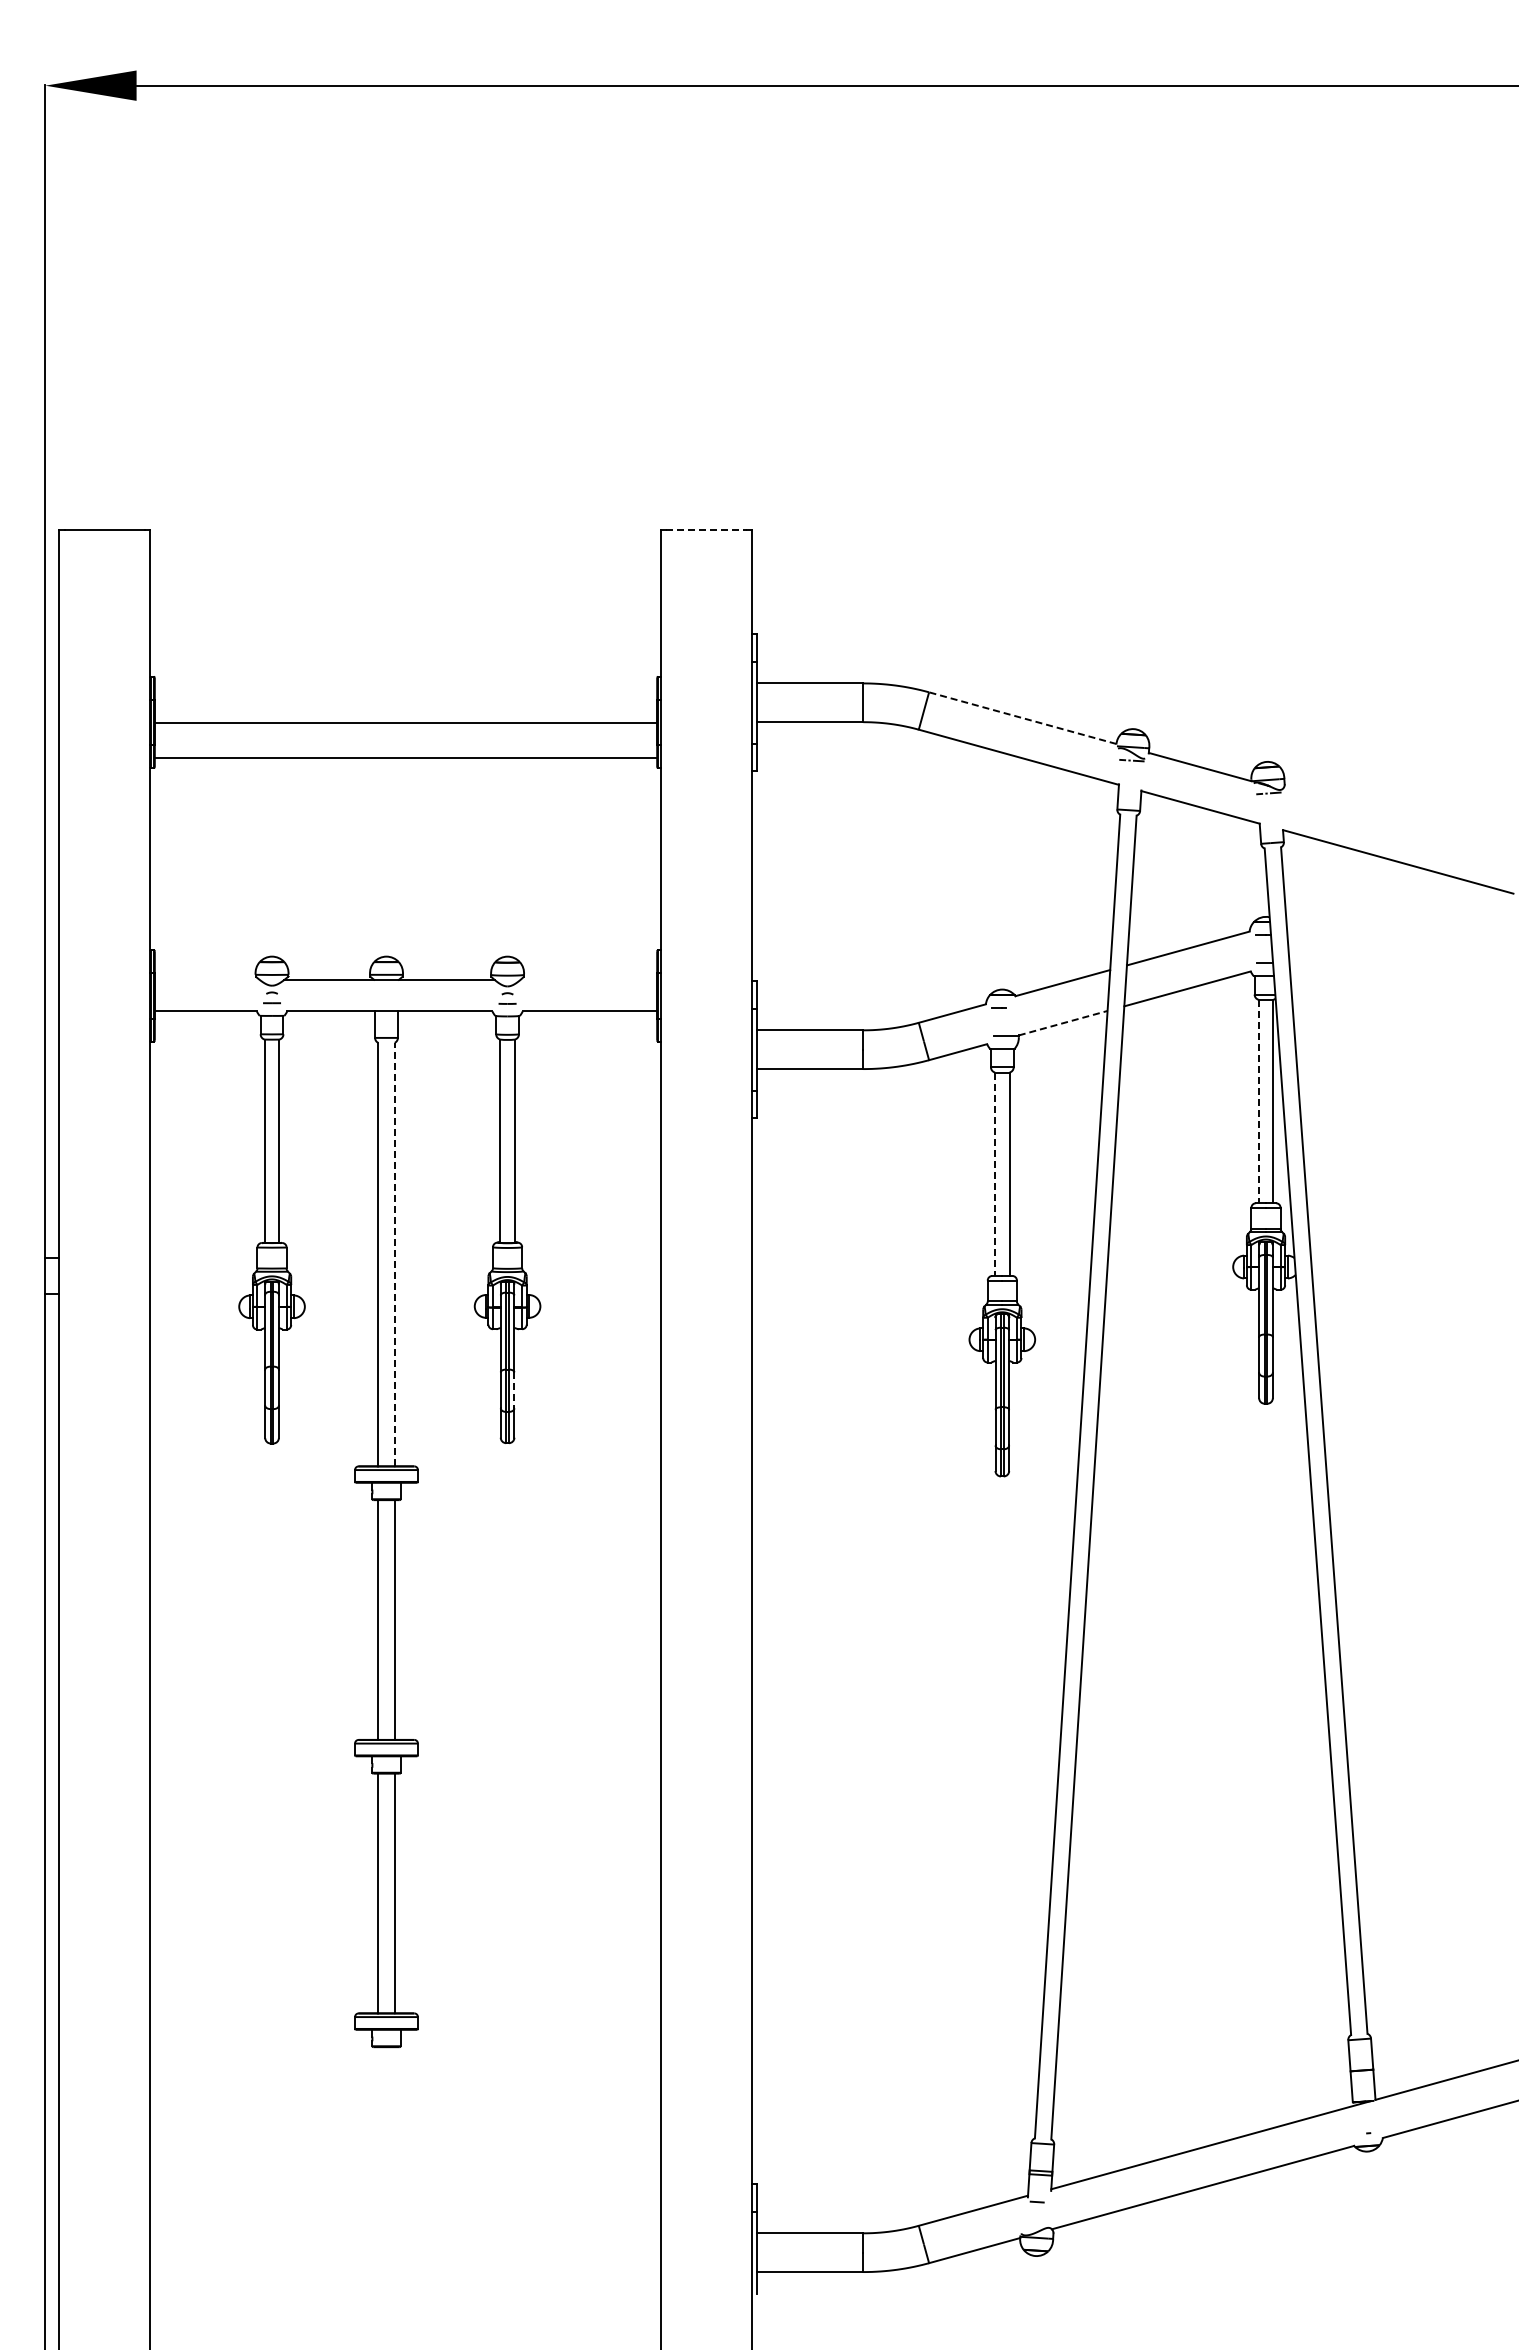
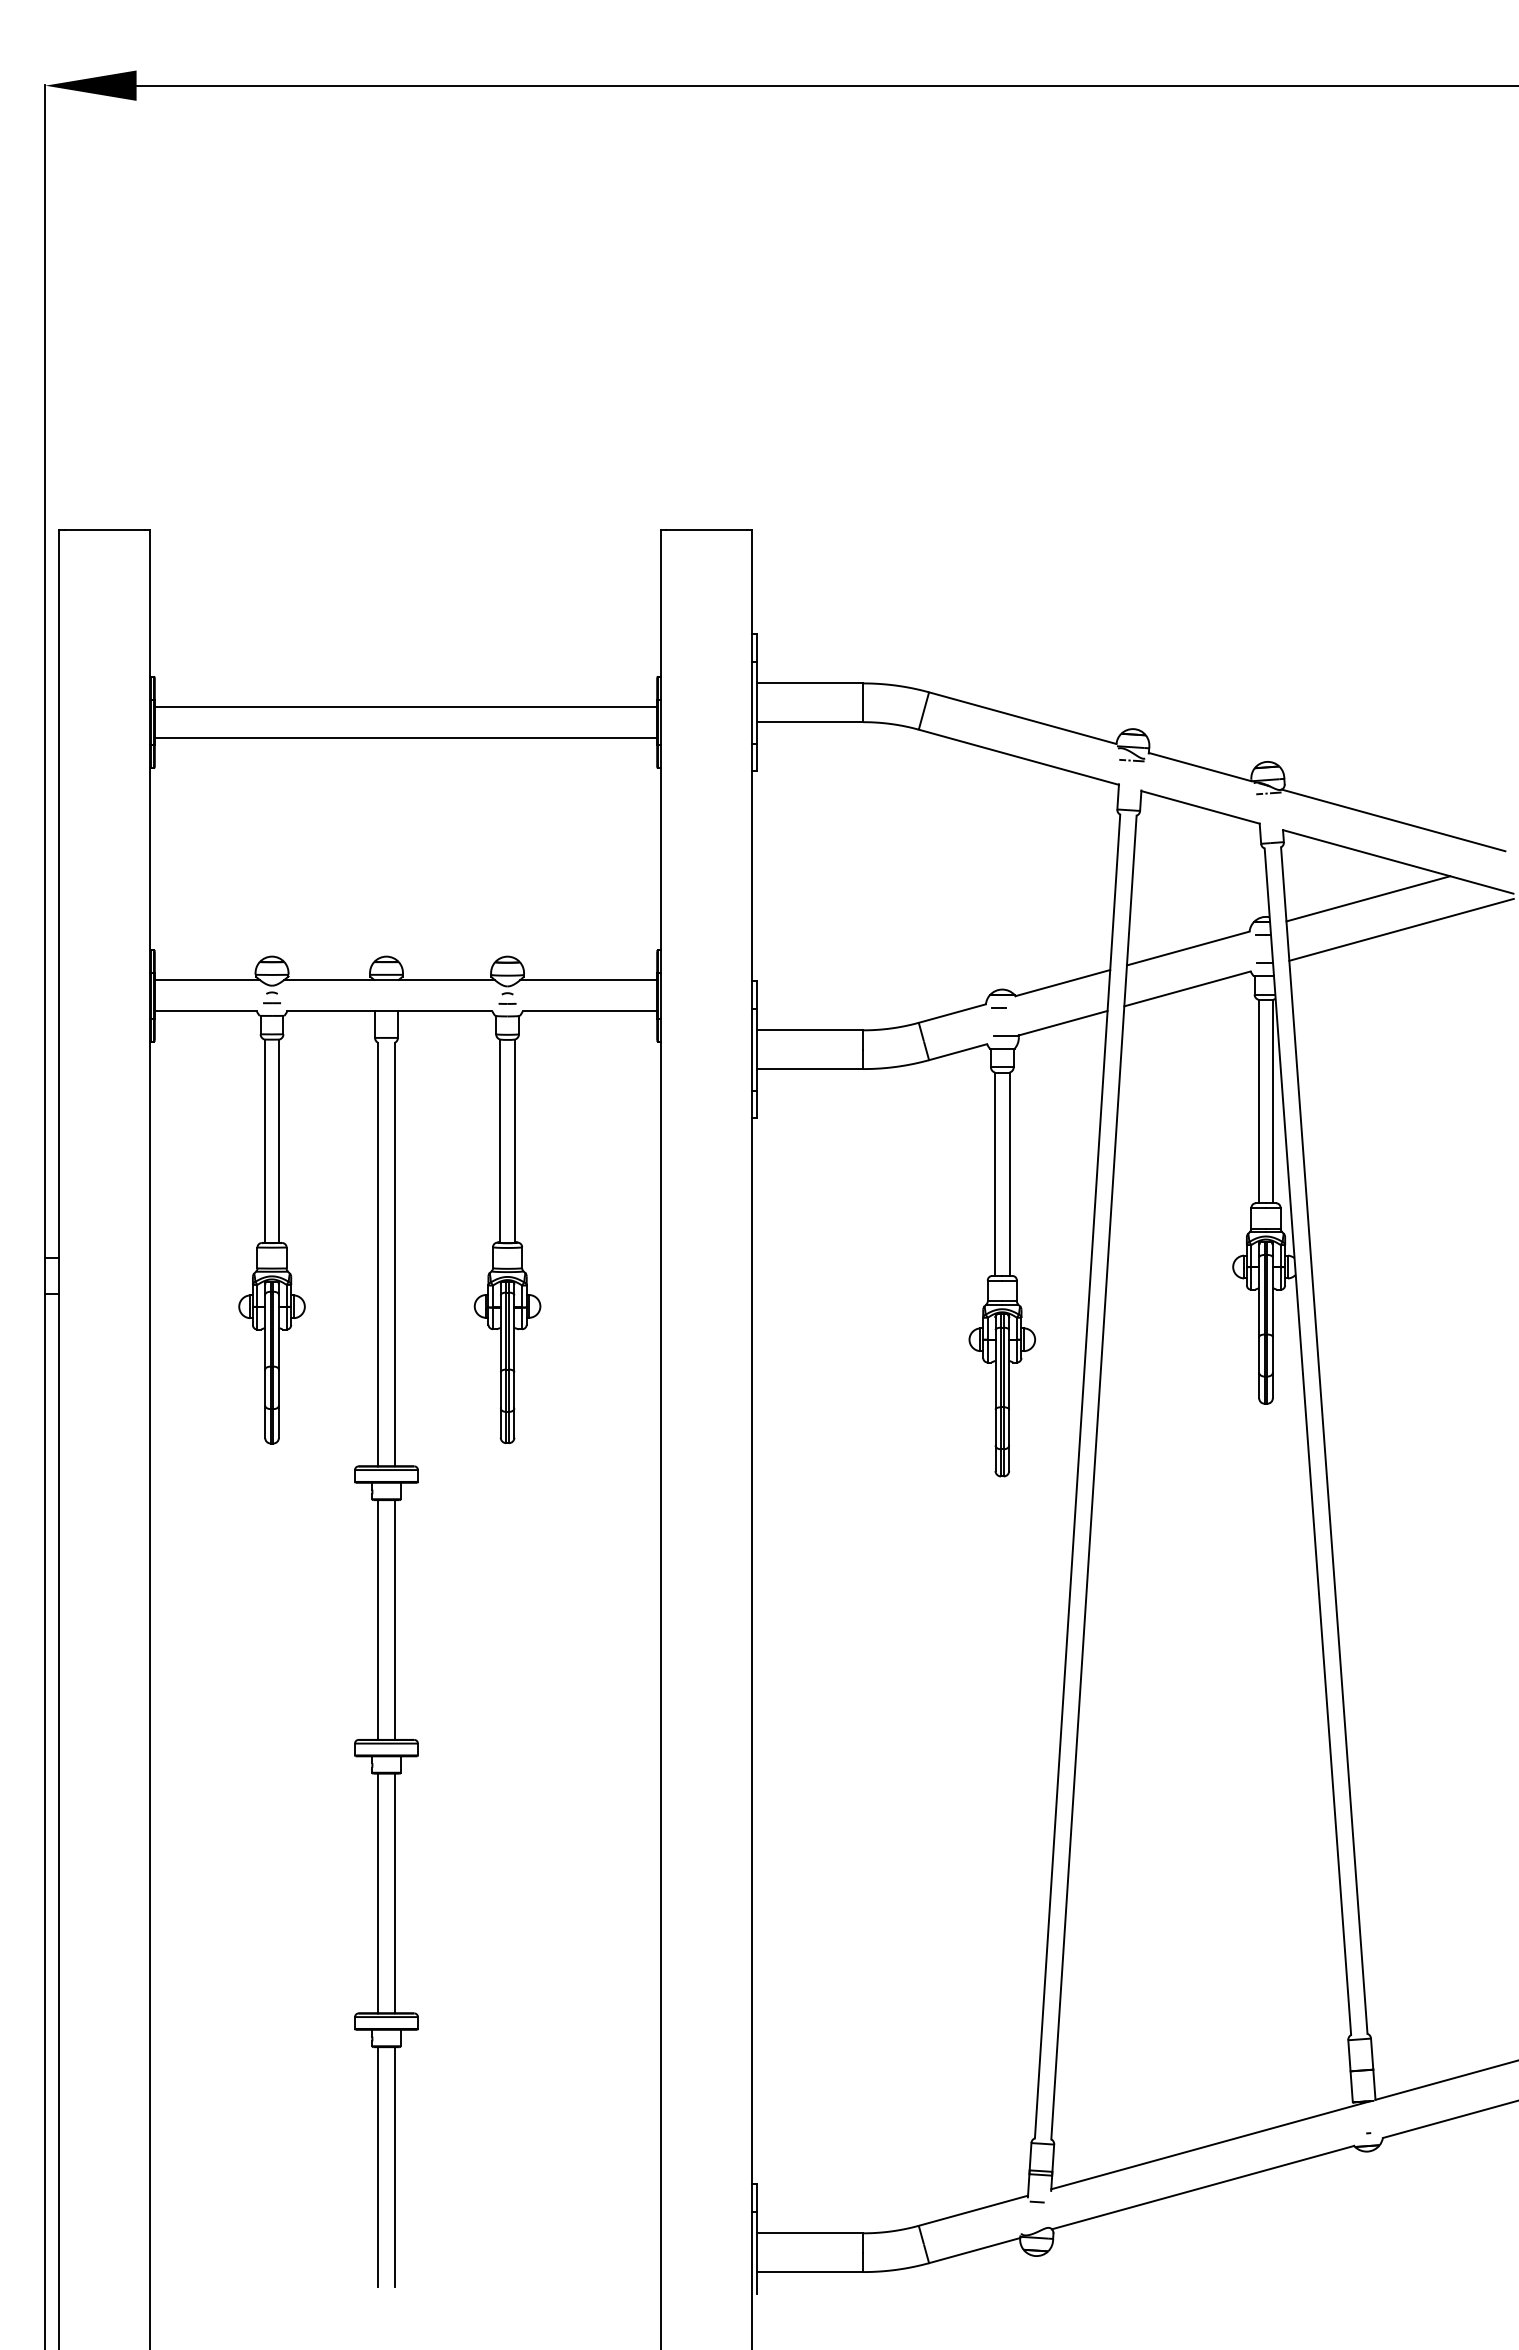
line at (706, 530): dashed -> solid
line at (1022, 718): dashed -> solid
line at (405, 722) position: (405, 722) -> (405, 706)
line at (405, 757) position: (405, 757) -> (405, 737)
line at (1393, 820): none -> present
line at (1368, 898): none -> present
line at (1401, 929): none -> present
line at (207, 980): none -> present
line at (588, 980): none -> present
line at (1063, 1023): dashed -> solid
line at (1258, 1101): dashed -> solid
line at (995, 1174): dashed -> solid
line at (394, 1254): dashed -> solid
line at (514, 1390): dashed -> solid
line at (378, 2166): none -> present
line at (394, 2166): none -> present
